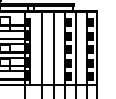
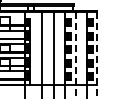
line at (75, 55): solid -> dashed
line at (97, 55): solid -> dashed
